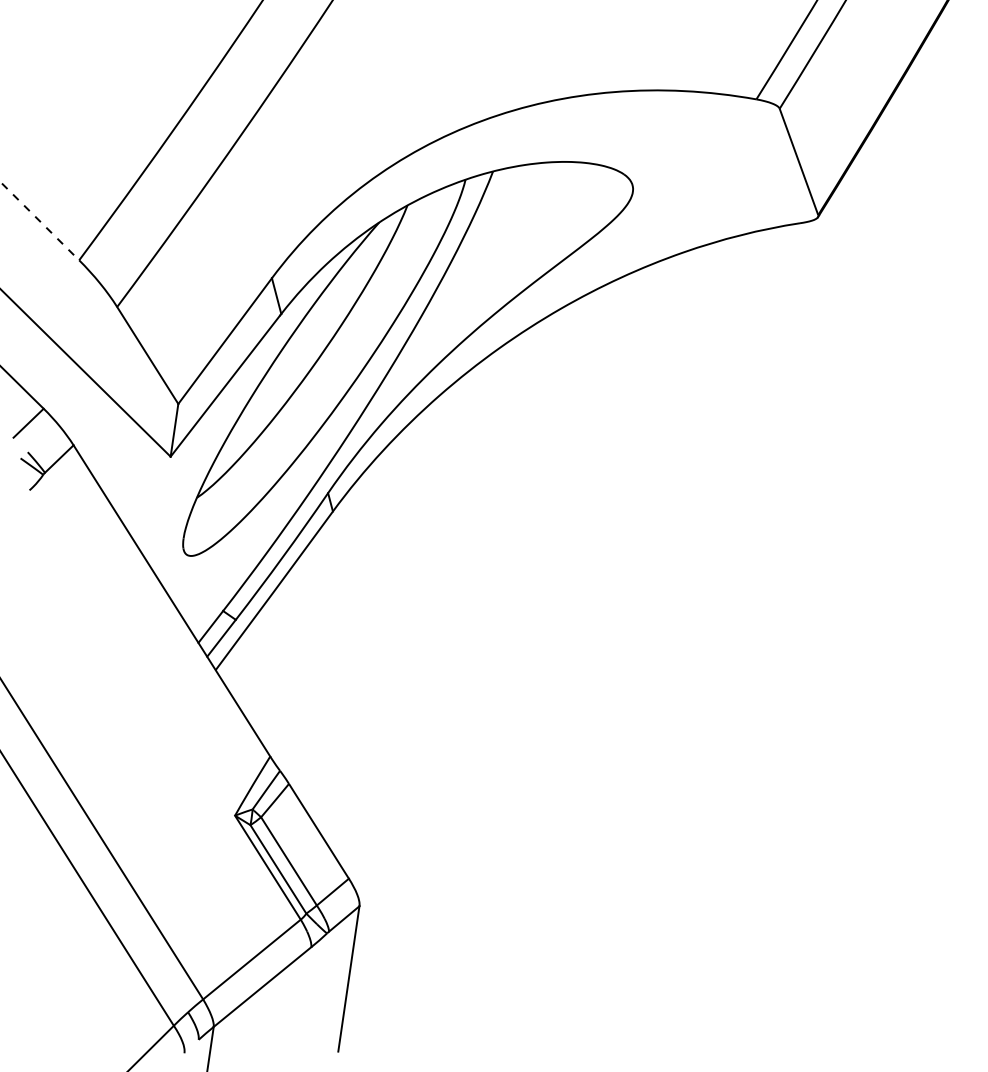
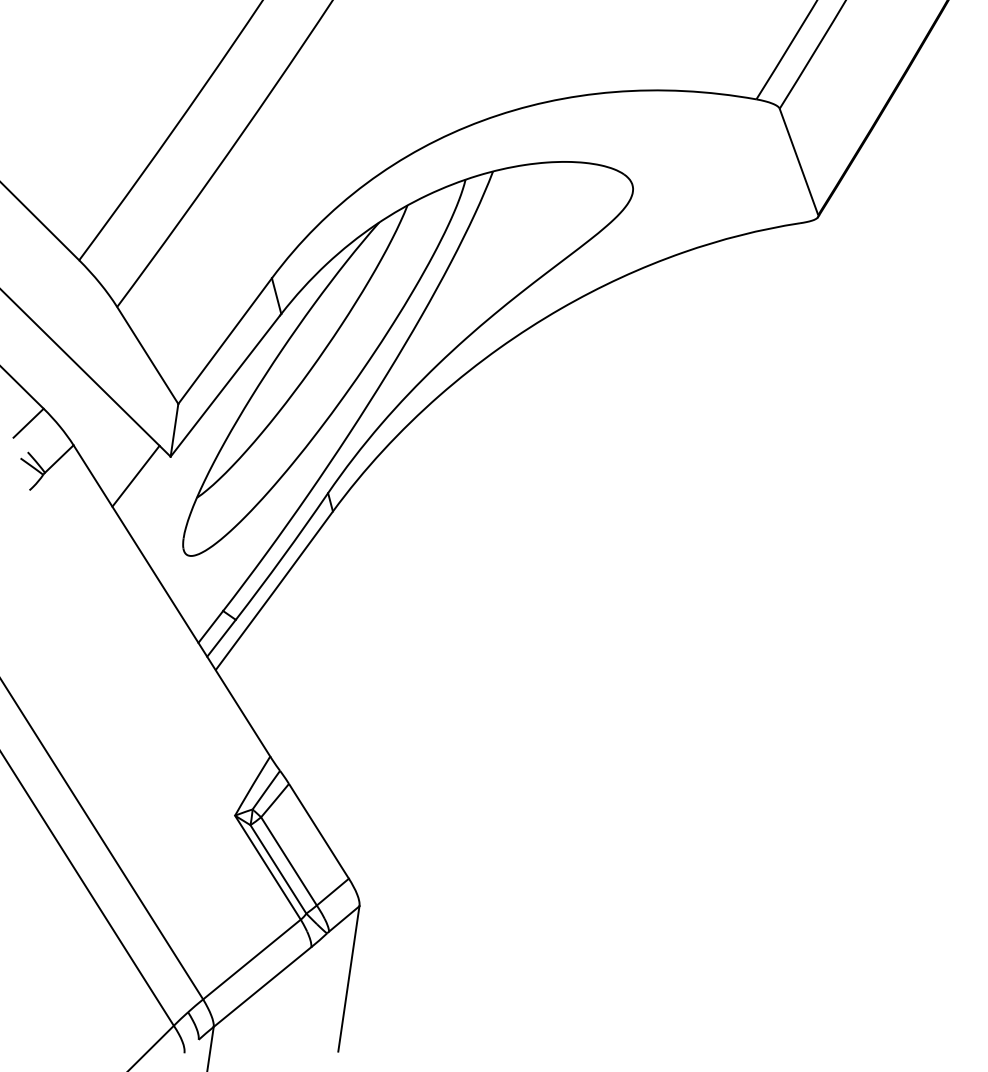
line at (39, 220): dashed -> solid
line at (135, 475): none -> present
